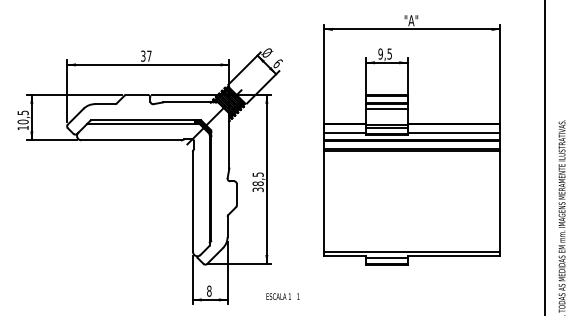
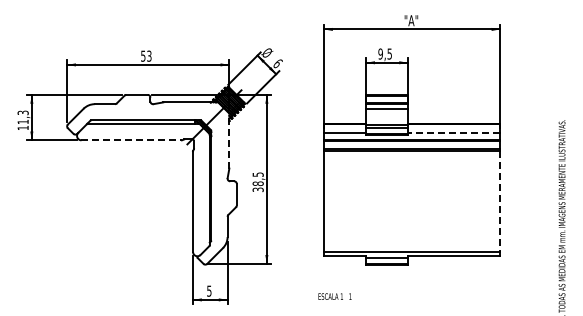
text at (146, 55): 37 -> 53
text at (22, 117): 10,5 -> 11,3
line at (453, 132): solid -> dashed
line at (132, 140): solid -> dashed
line at (229, 140): solid -> dashed
line at (545, 157): present -> none
line at (500, 202): solid -> dashed
text at (209, 290): 8 -> 5
text at (282, 296) position: (282, 296) -> (334, 296)
